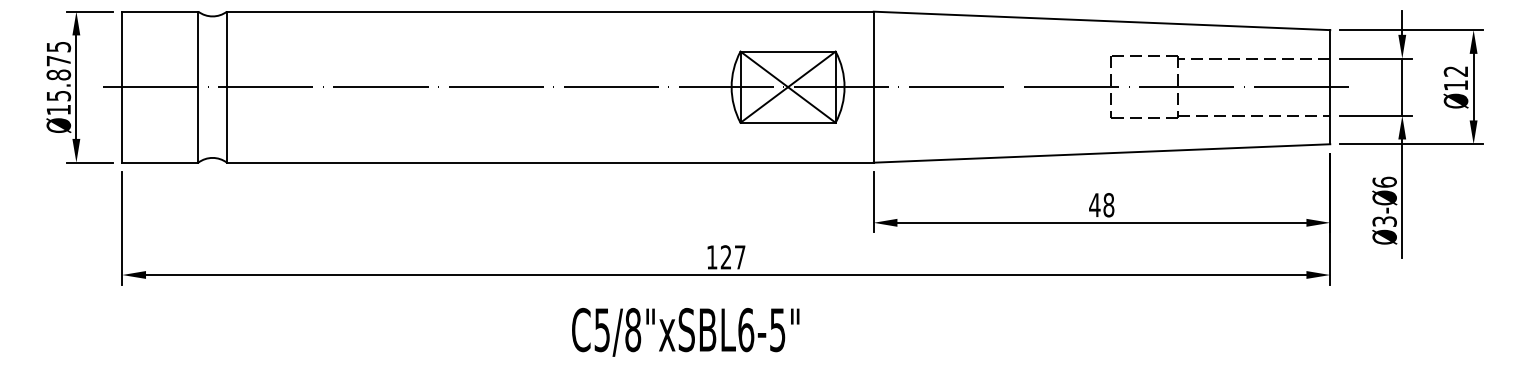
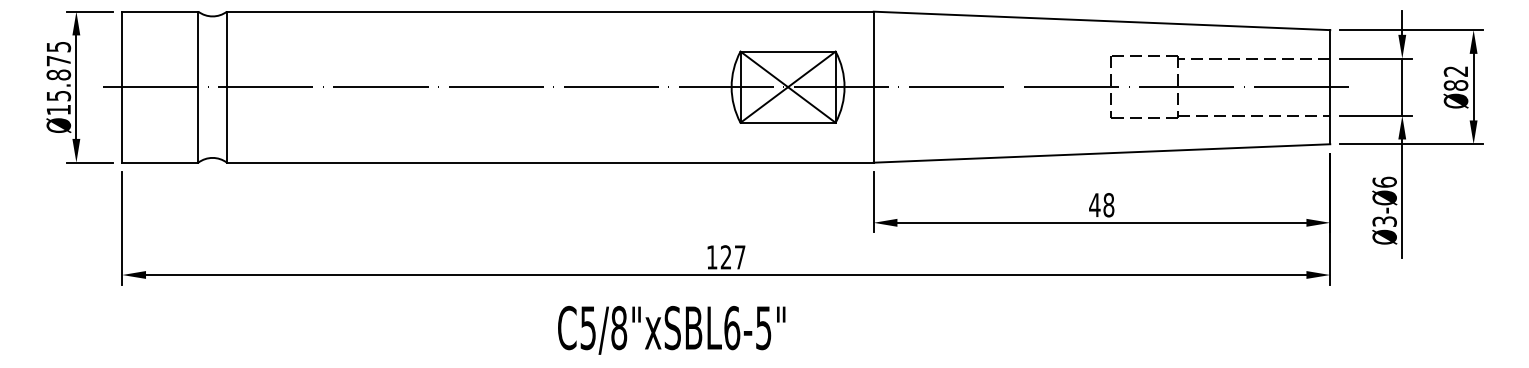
text at (1455, 85): Ø12 -> Ø82
text at (685, 332) position: (685, 332) -> (671, 330)
